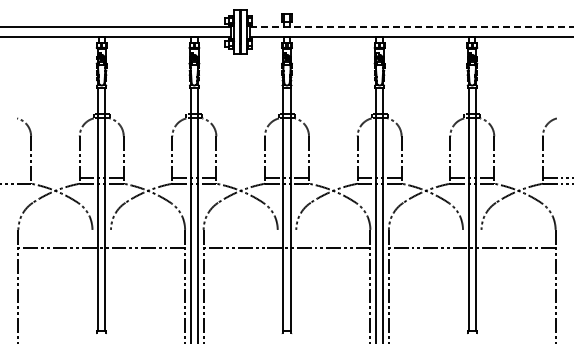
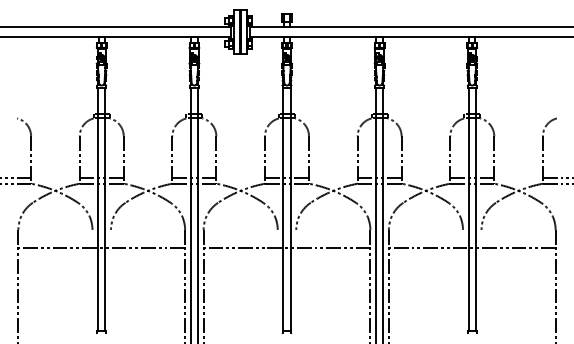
line at (411, 27): dashed -> solid
line at (16, 178): none -> present
